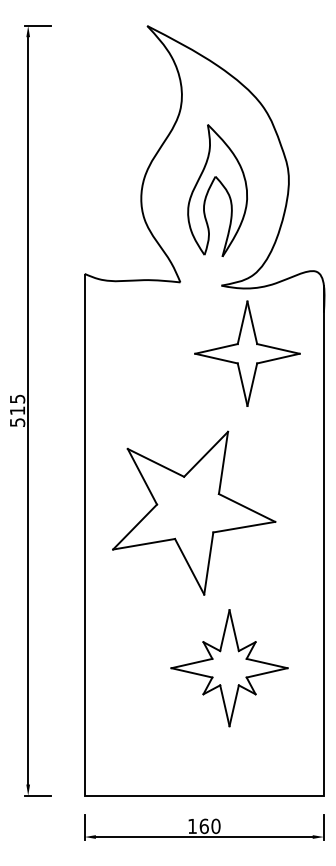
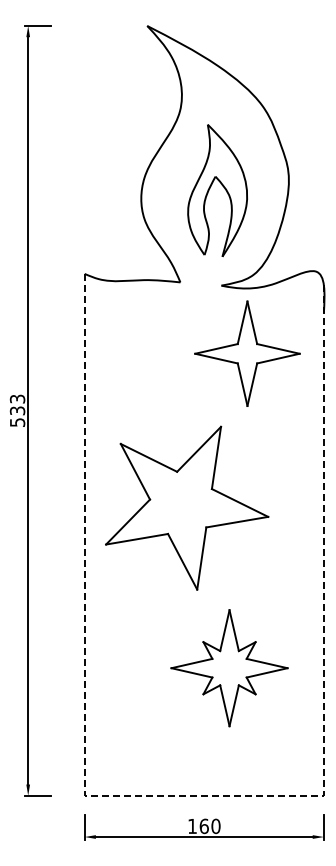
text at (17, 404): 515 -> 533
part at (194, 512) position: (194, 512) -> (187, 507)
line at (199, 795): solid -> dashed
